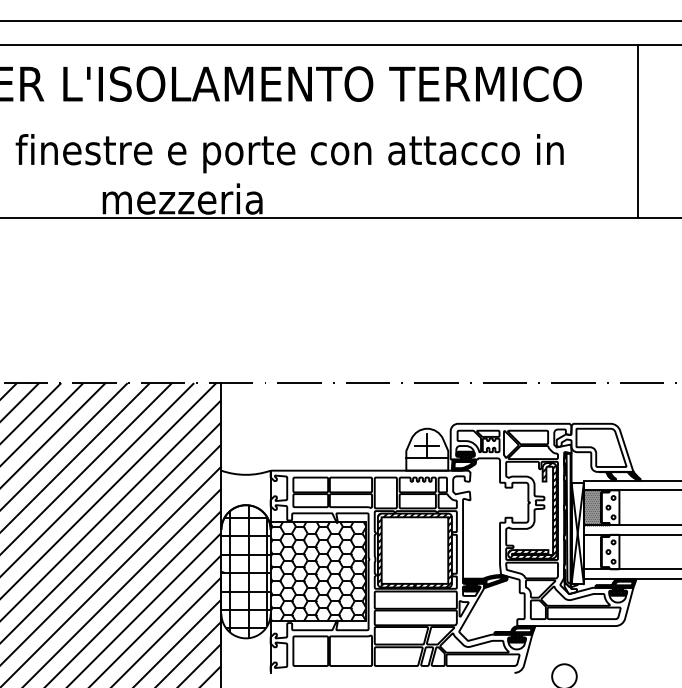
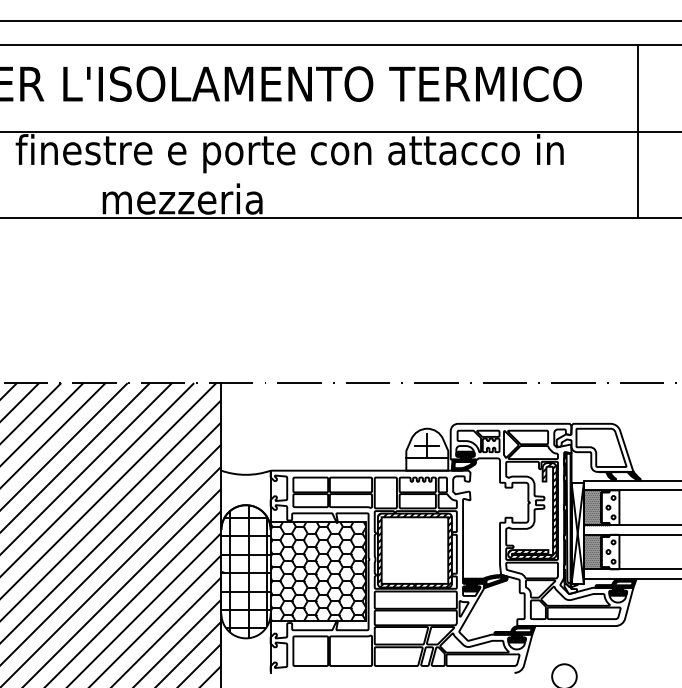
line at (340, 131): none -> present
hatch at (592, 551): none -> present
